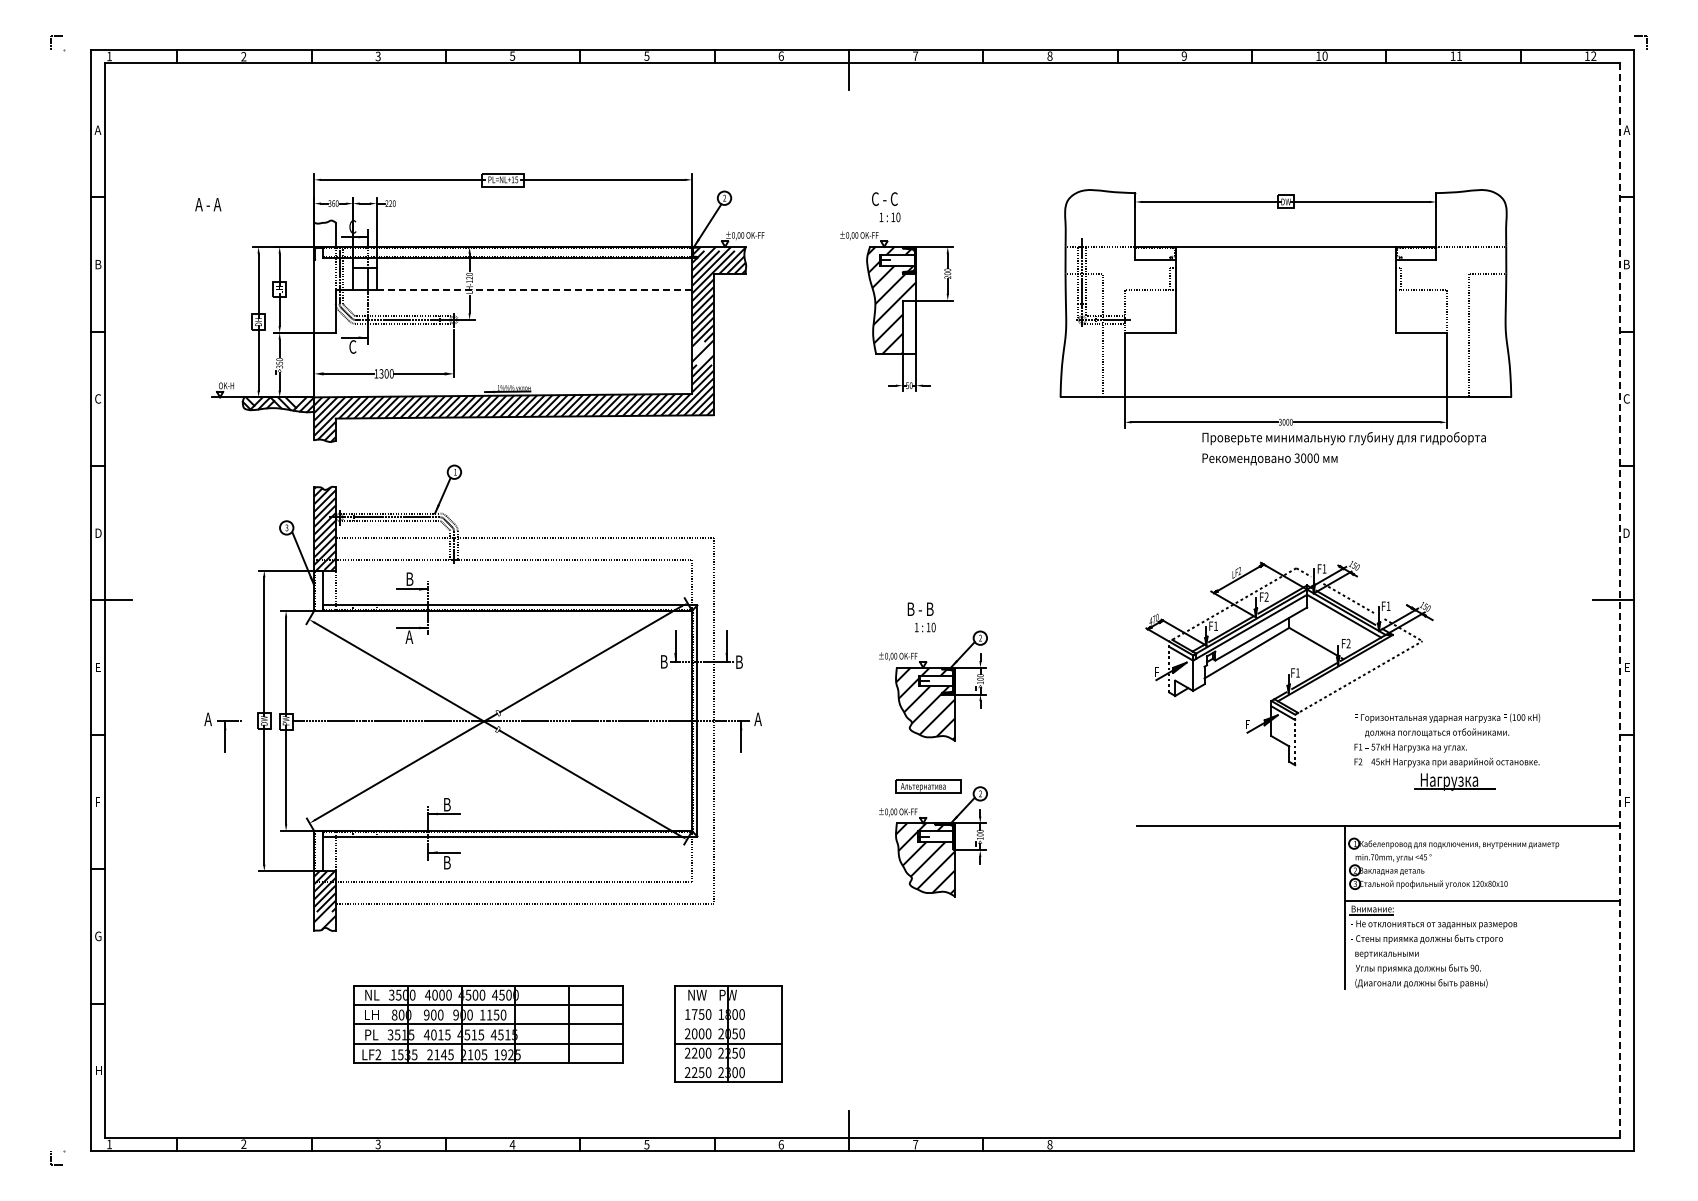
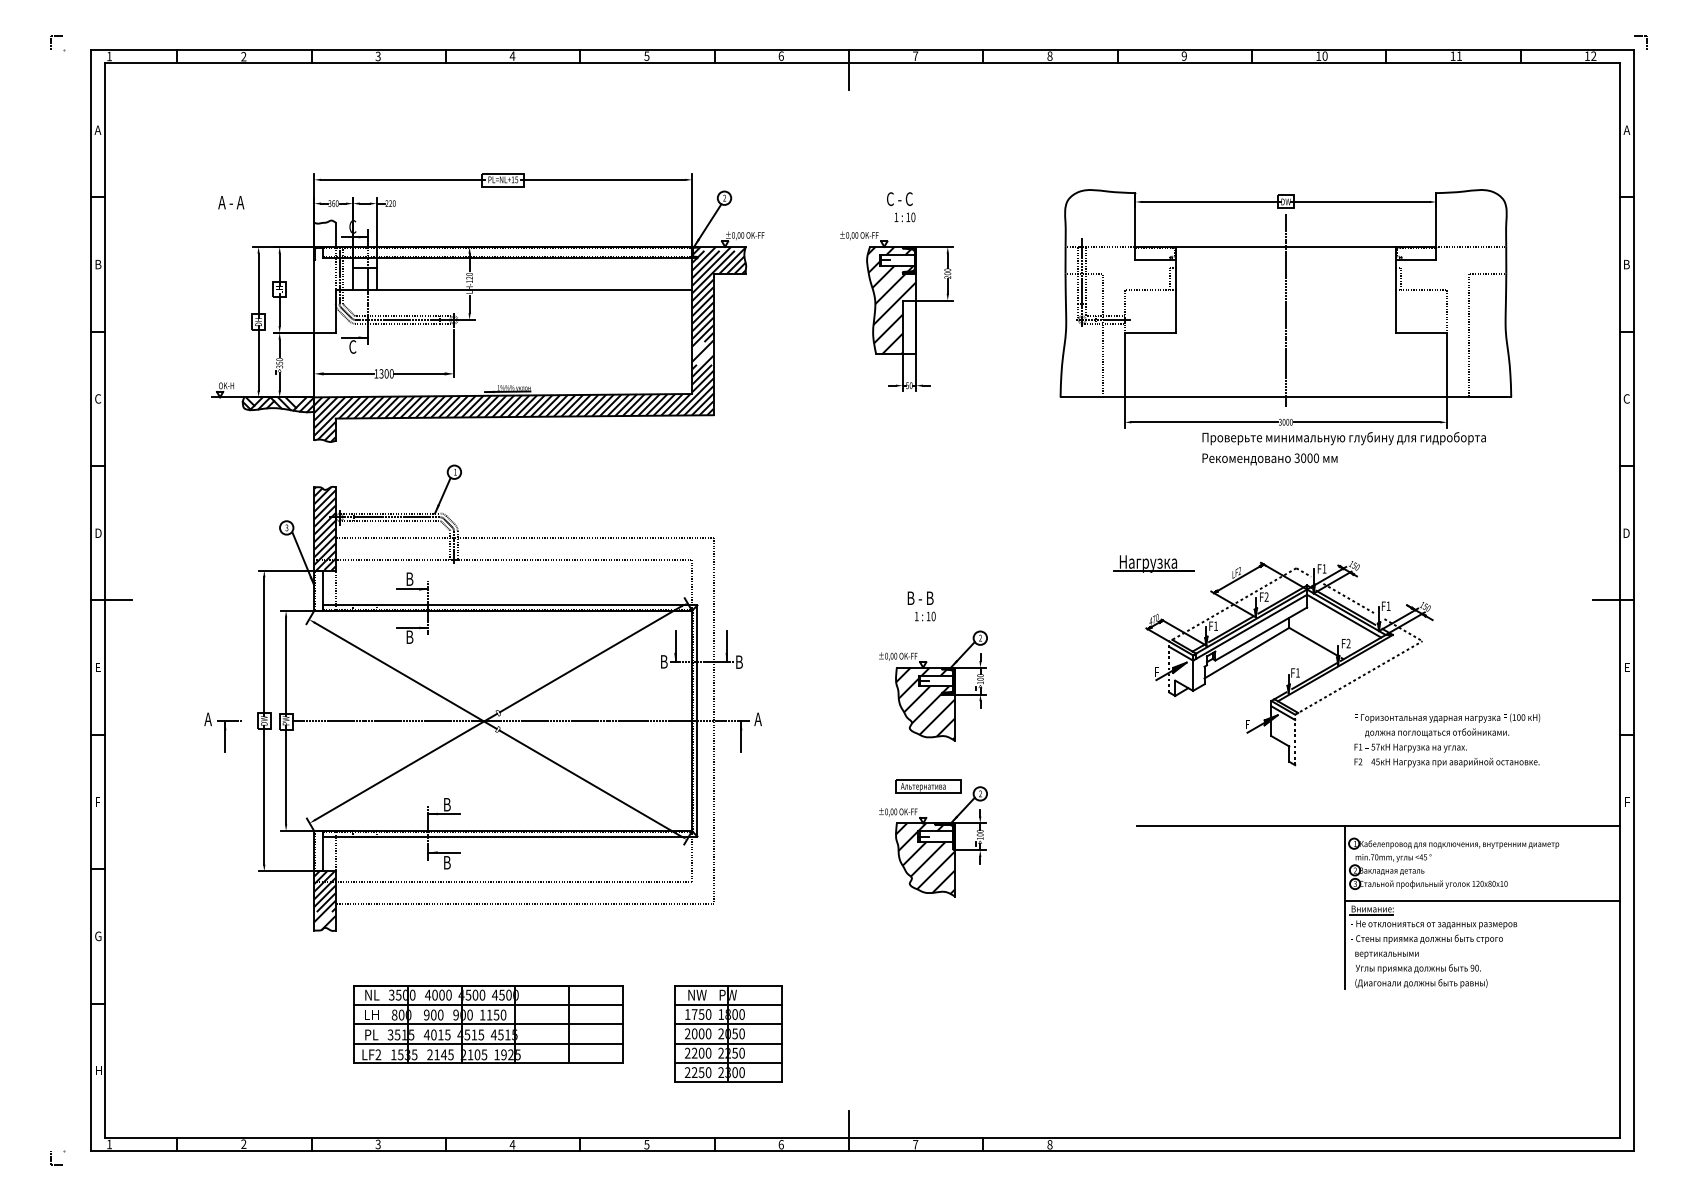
text at (511, 55): 5 -> 4
text at (208, 204) position: (208, 204) -> (231, 202)
text at (886, 207) position: (886, 207) -> (901, 207)
line at (534, 289): dashed -> solid
line at (1285, 310): none -> present
line at (1620, 601): dashed -> solid
text at (921, 617) position: (921, 617) -> (921, 606)
text at (409, 636): A -> B
part at (1454, 781) position: (1454, 781) -> (1153, 563)
line at (728, 1004): none -> present
line at (728, 1024): none -> present
line at (728, 1062): none -> present
